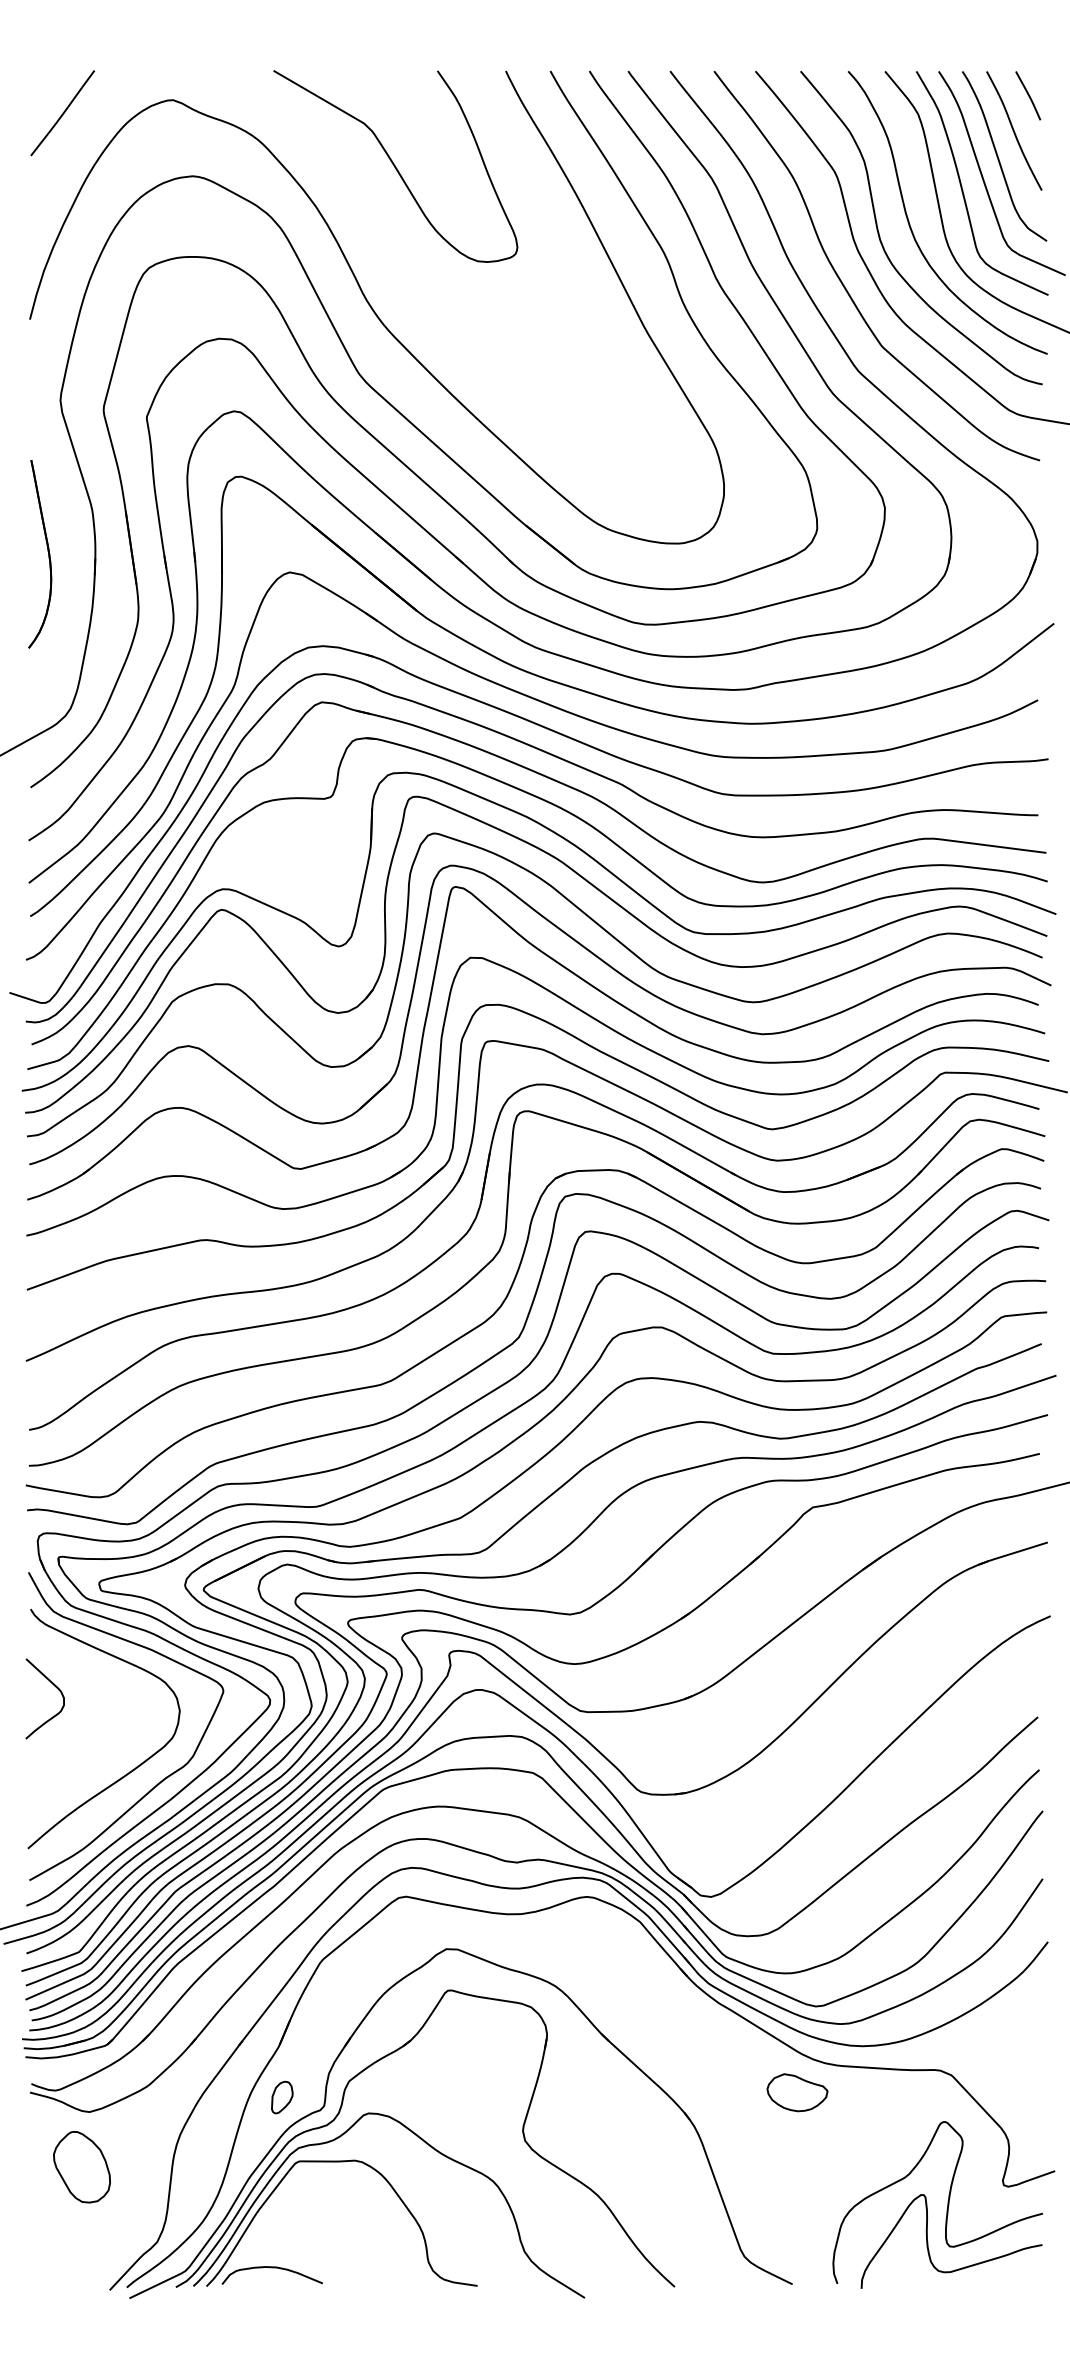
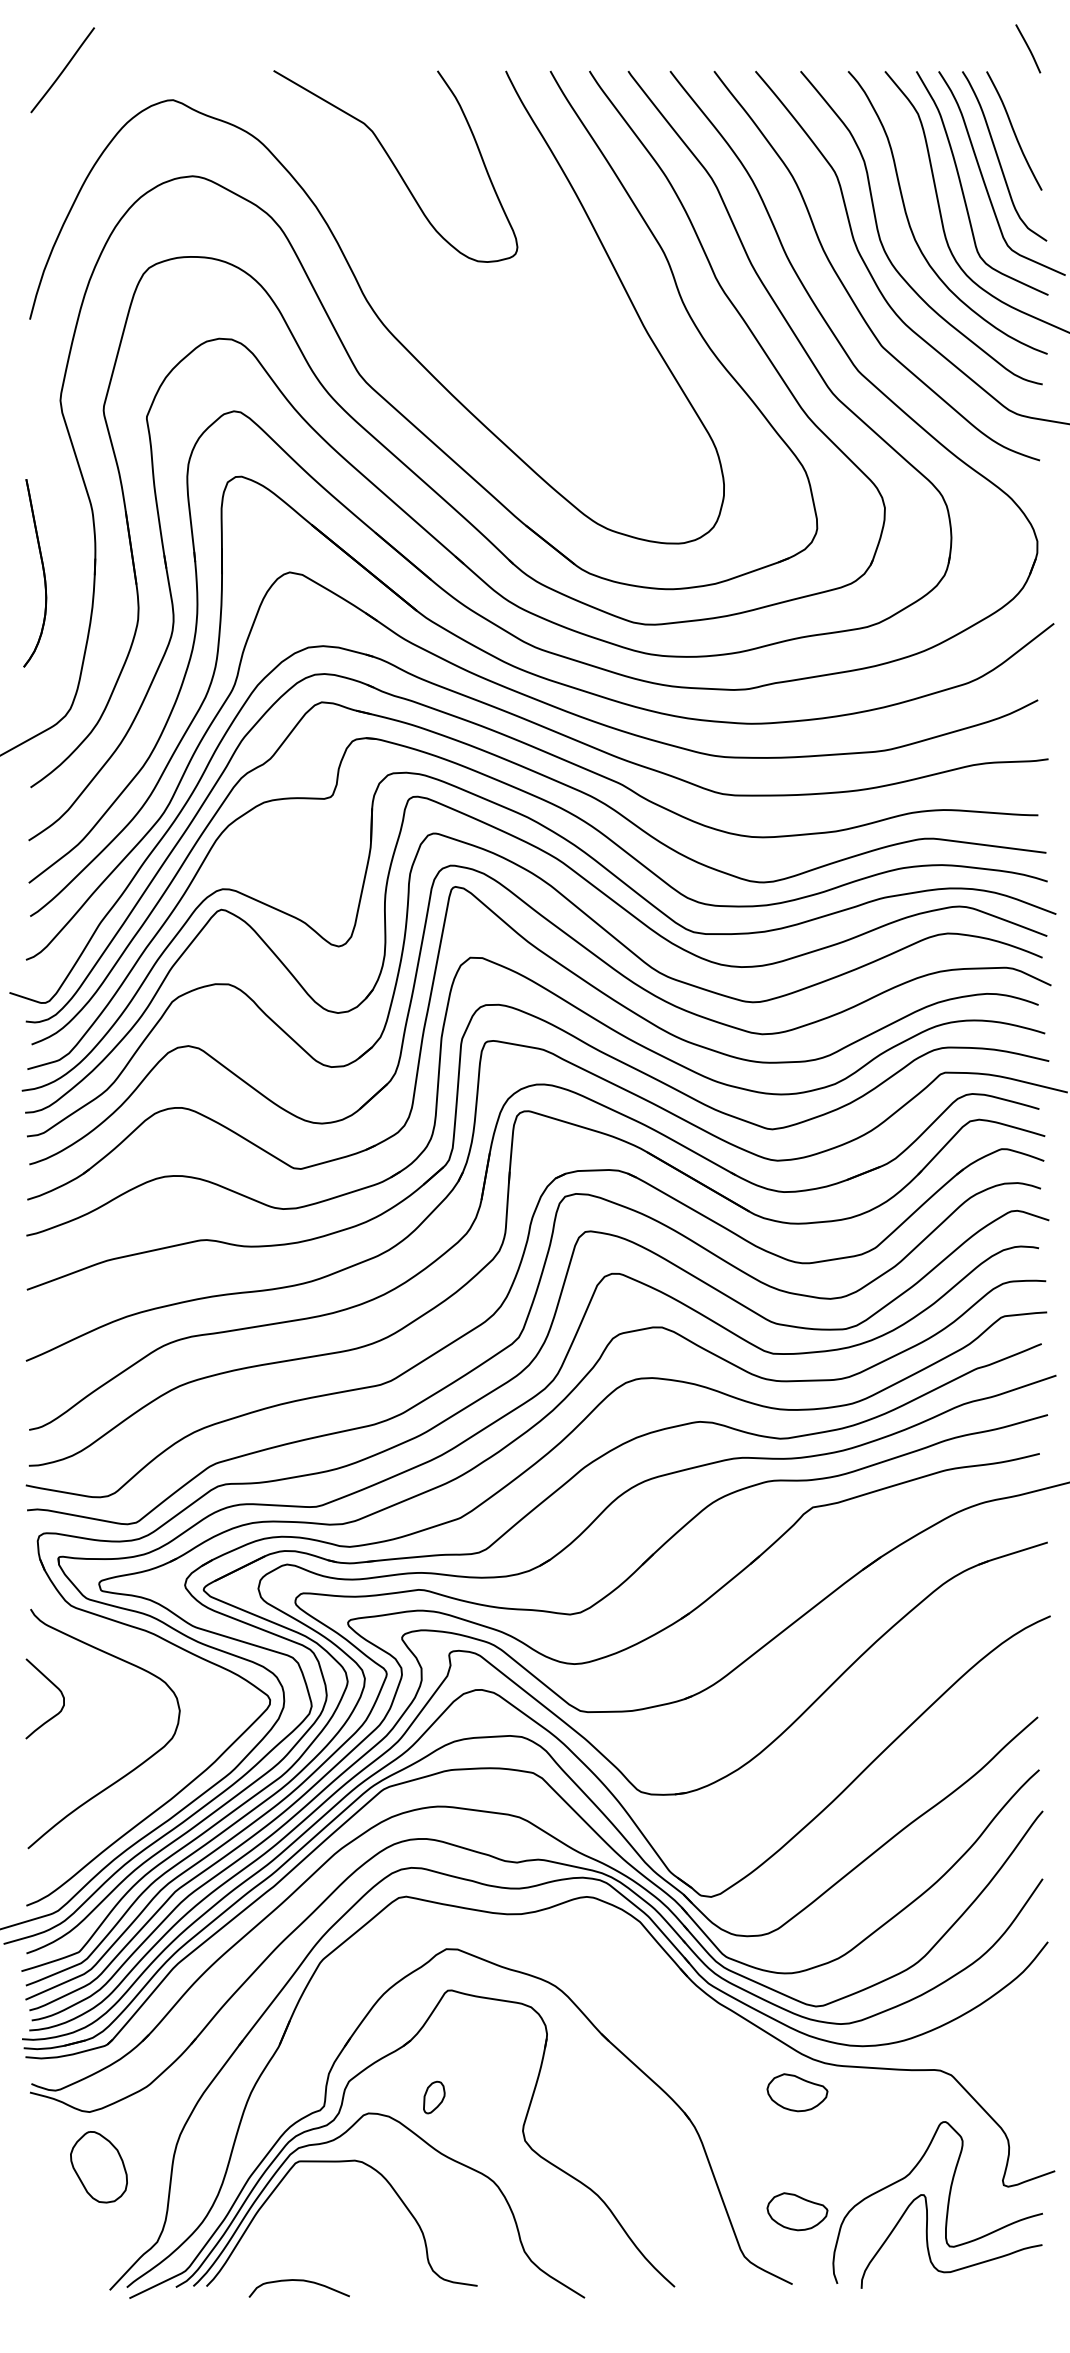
line at (1028, 95) position: (1028, 95) -> (1028, 48)
line at (62, 113) position: (62, 113) -> (62, 70)
part at (47, 551) position: (47, 551) -> (42, 570)
curve at (163, 1778): present -> none
part at (282, 2097) position: (282, 2097) -> (434, 2097)
part at (81, 2167) position: (81, 2167) -> (98, 2167)
part at (797, 2211): none -> present
curve at (271, 2268) position: (271, 2268) -> (298, 2281)
